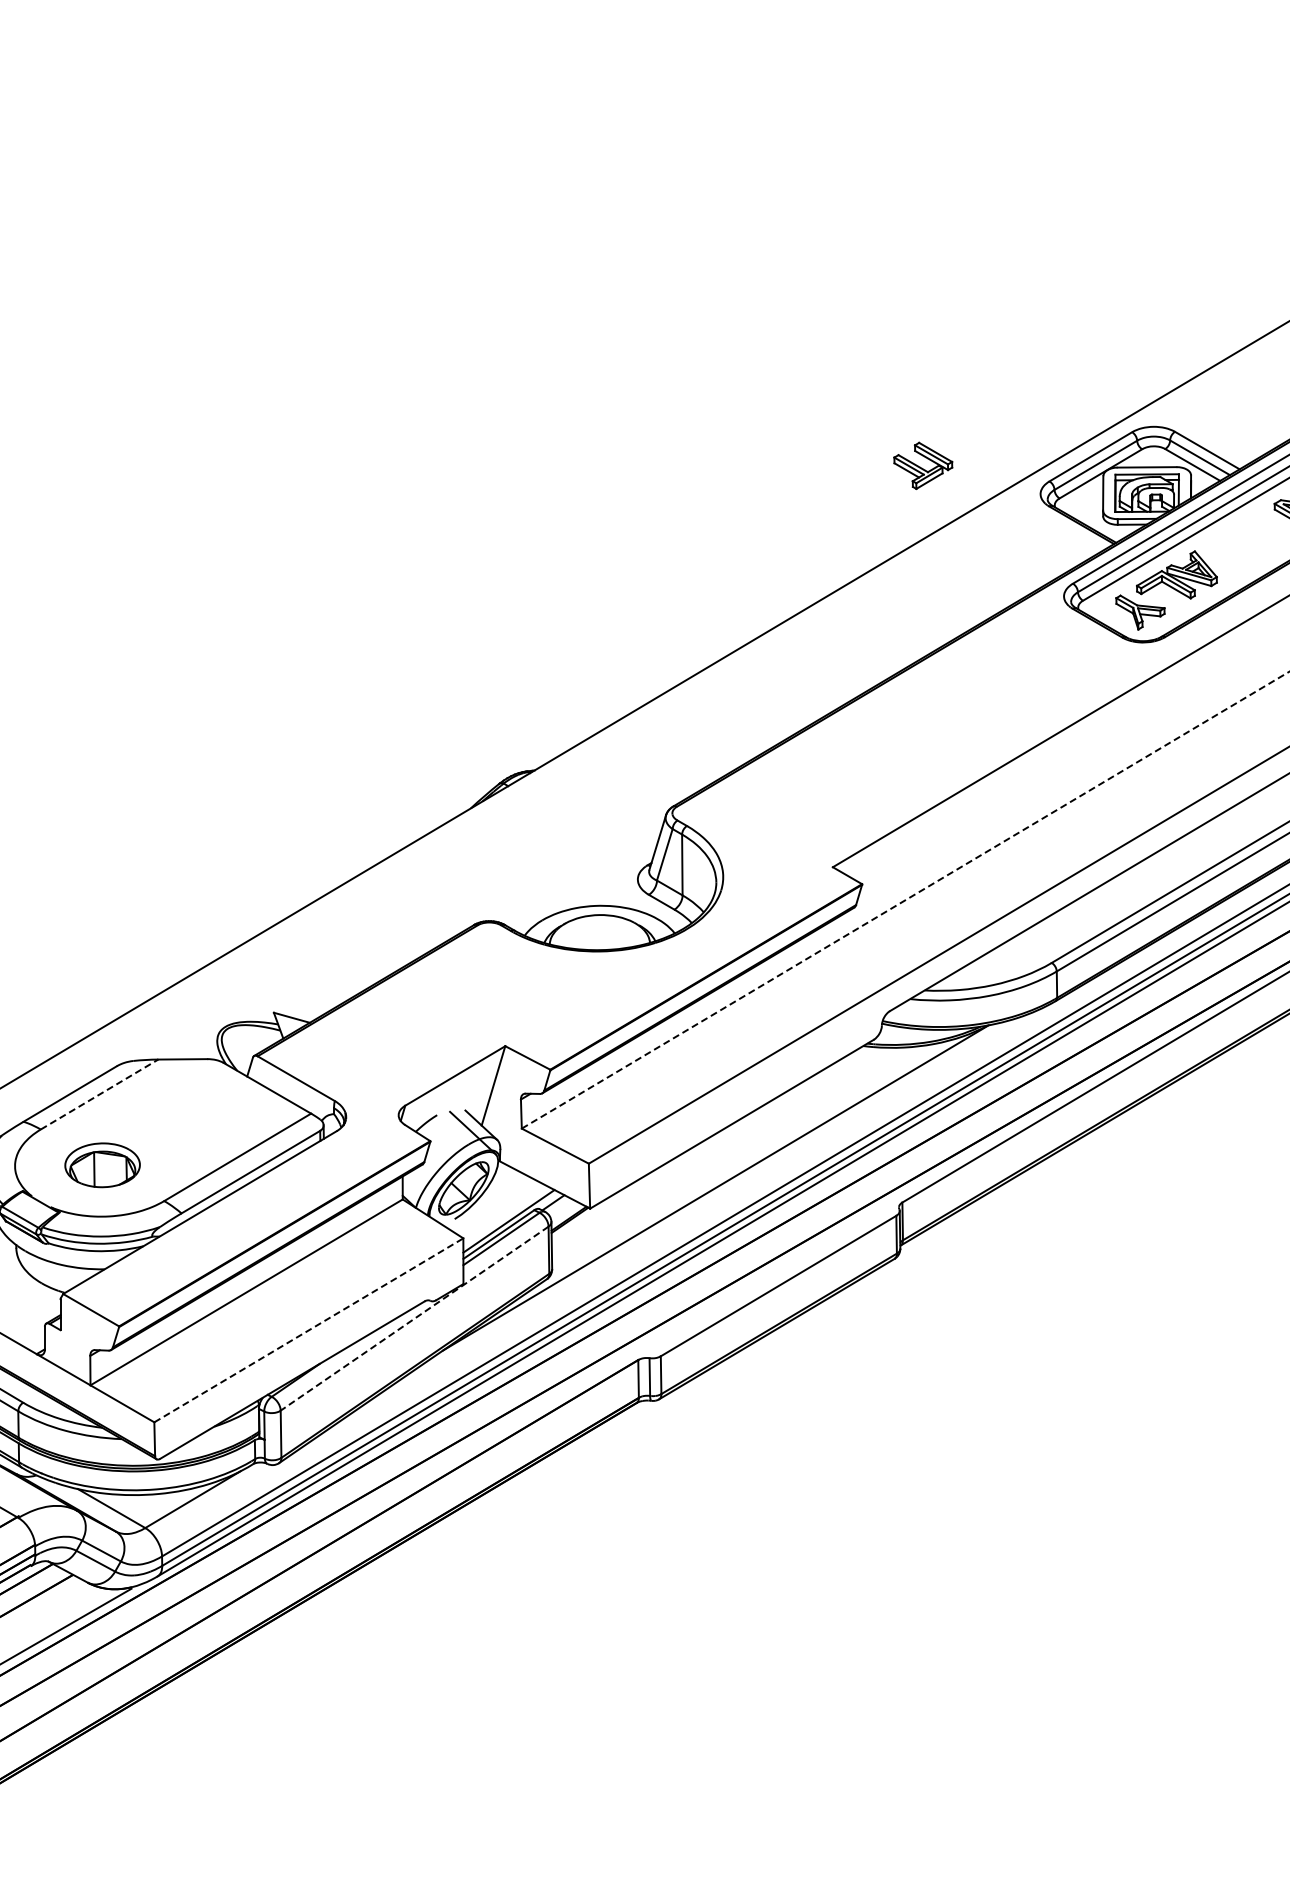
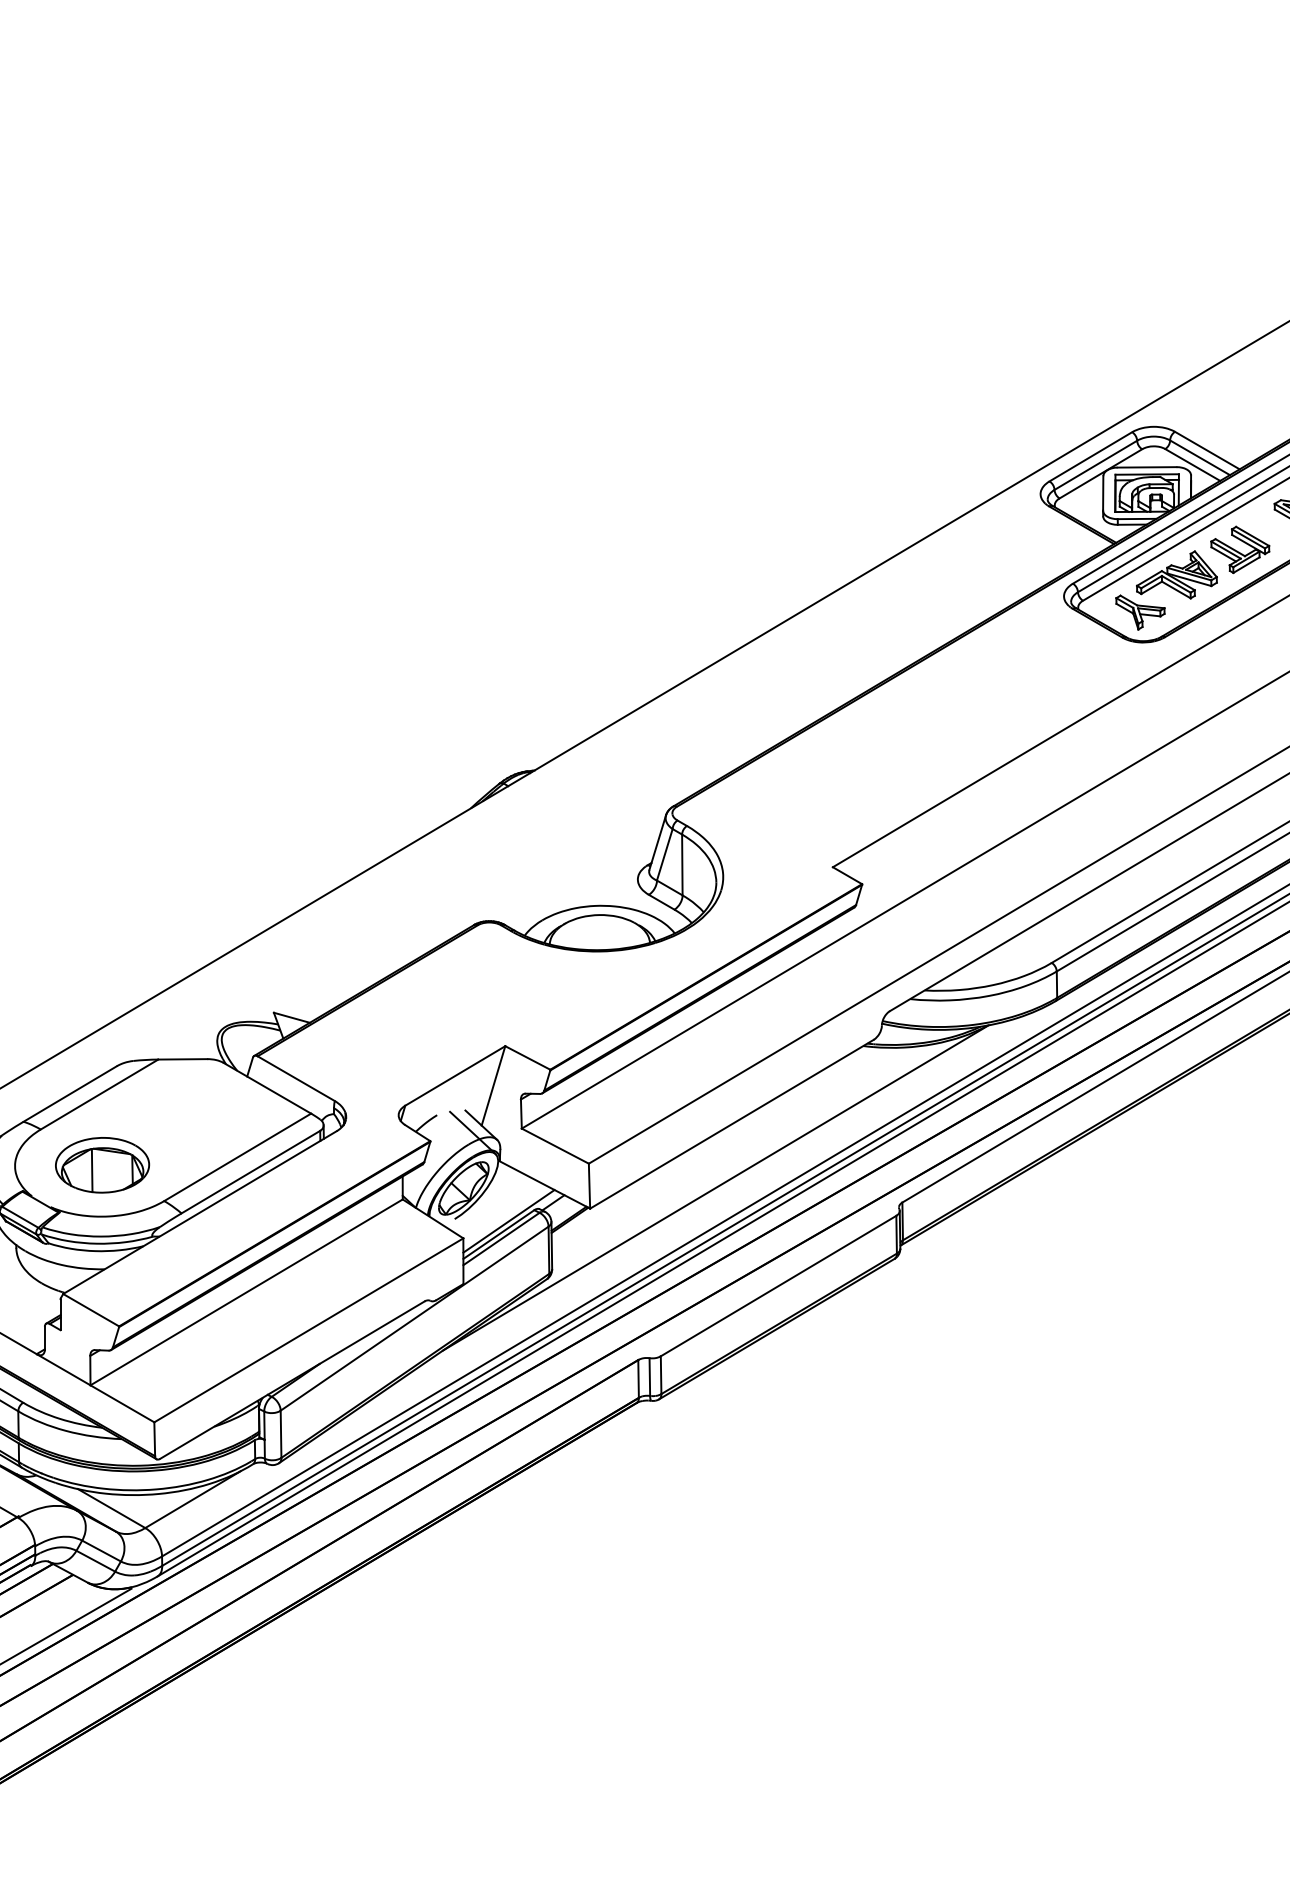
part at (923, 465) position: (923, 465) -> (1240, 549)
line at (905, 900): dashed -> solid
line at (99, 1094): dashed -> solid
part at (102, 1165) size: 77x47 px -> 96x57 px
line at (414, 1318): dashed -> solid
line at (308, 1330): dashed -> solid
